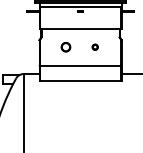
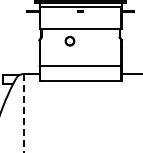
part at (94, 46): present -> none
part at (65, 47) position: (65, 47) -> (69, 41)
line at (23, 113): solid -> dashed
